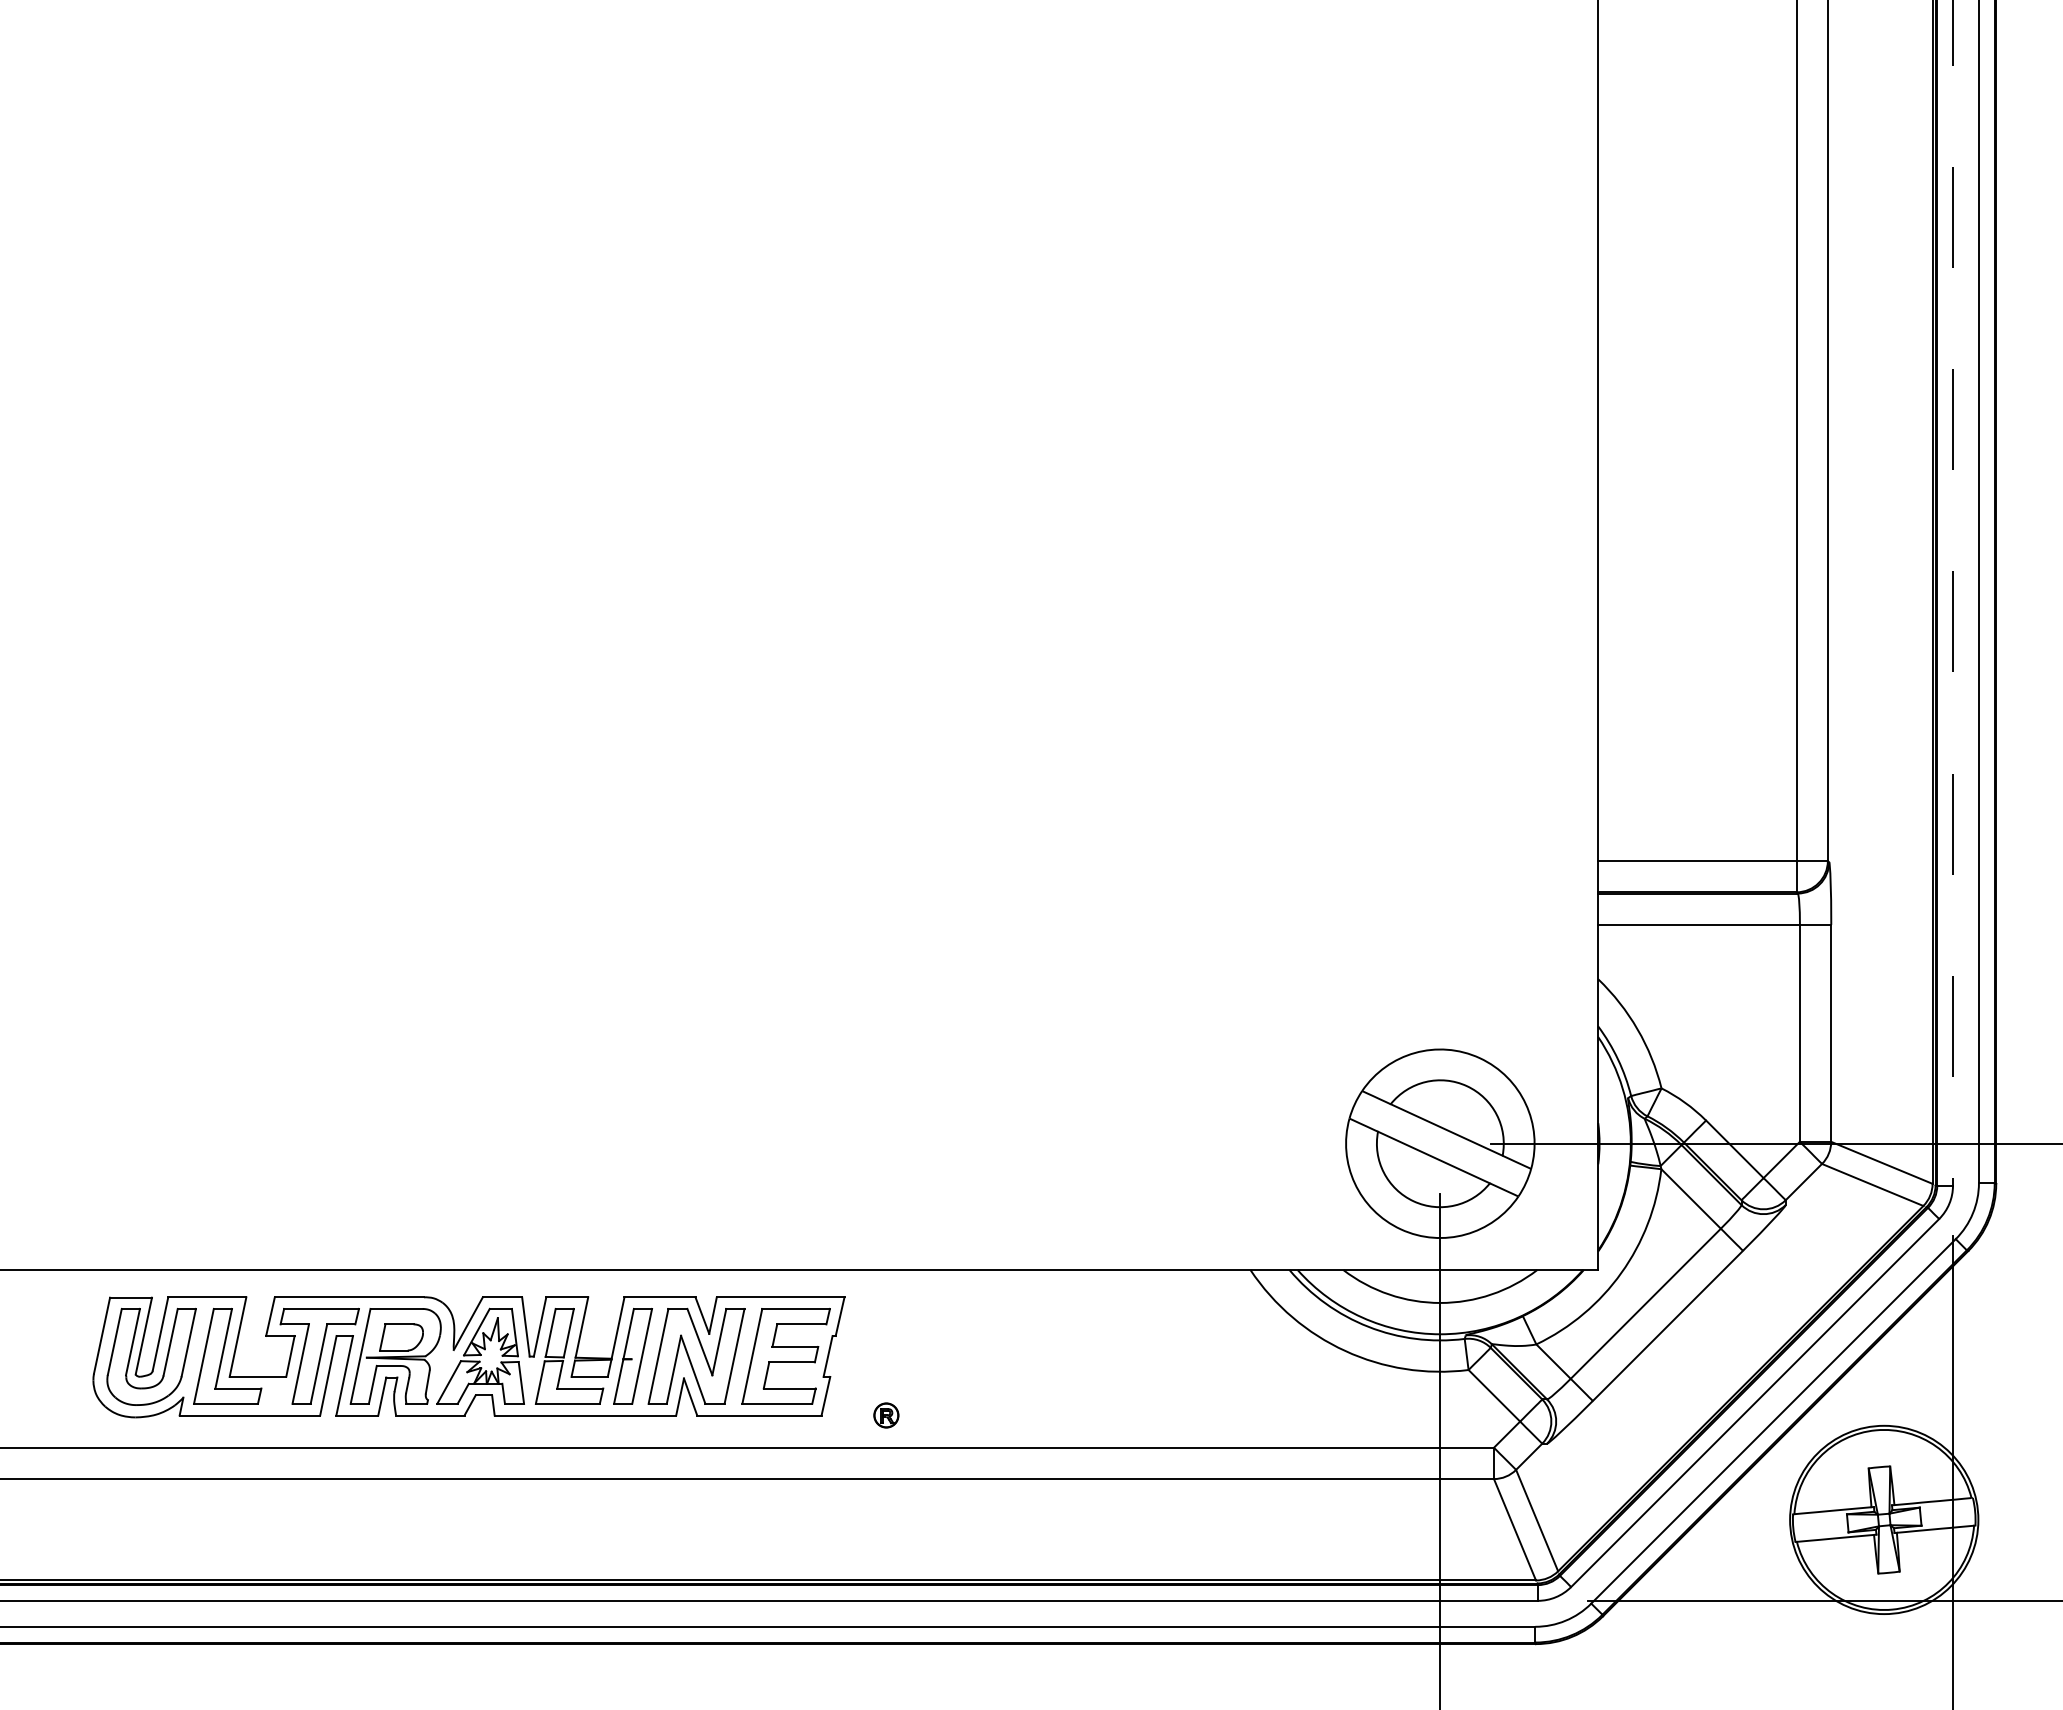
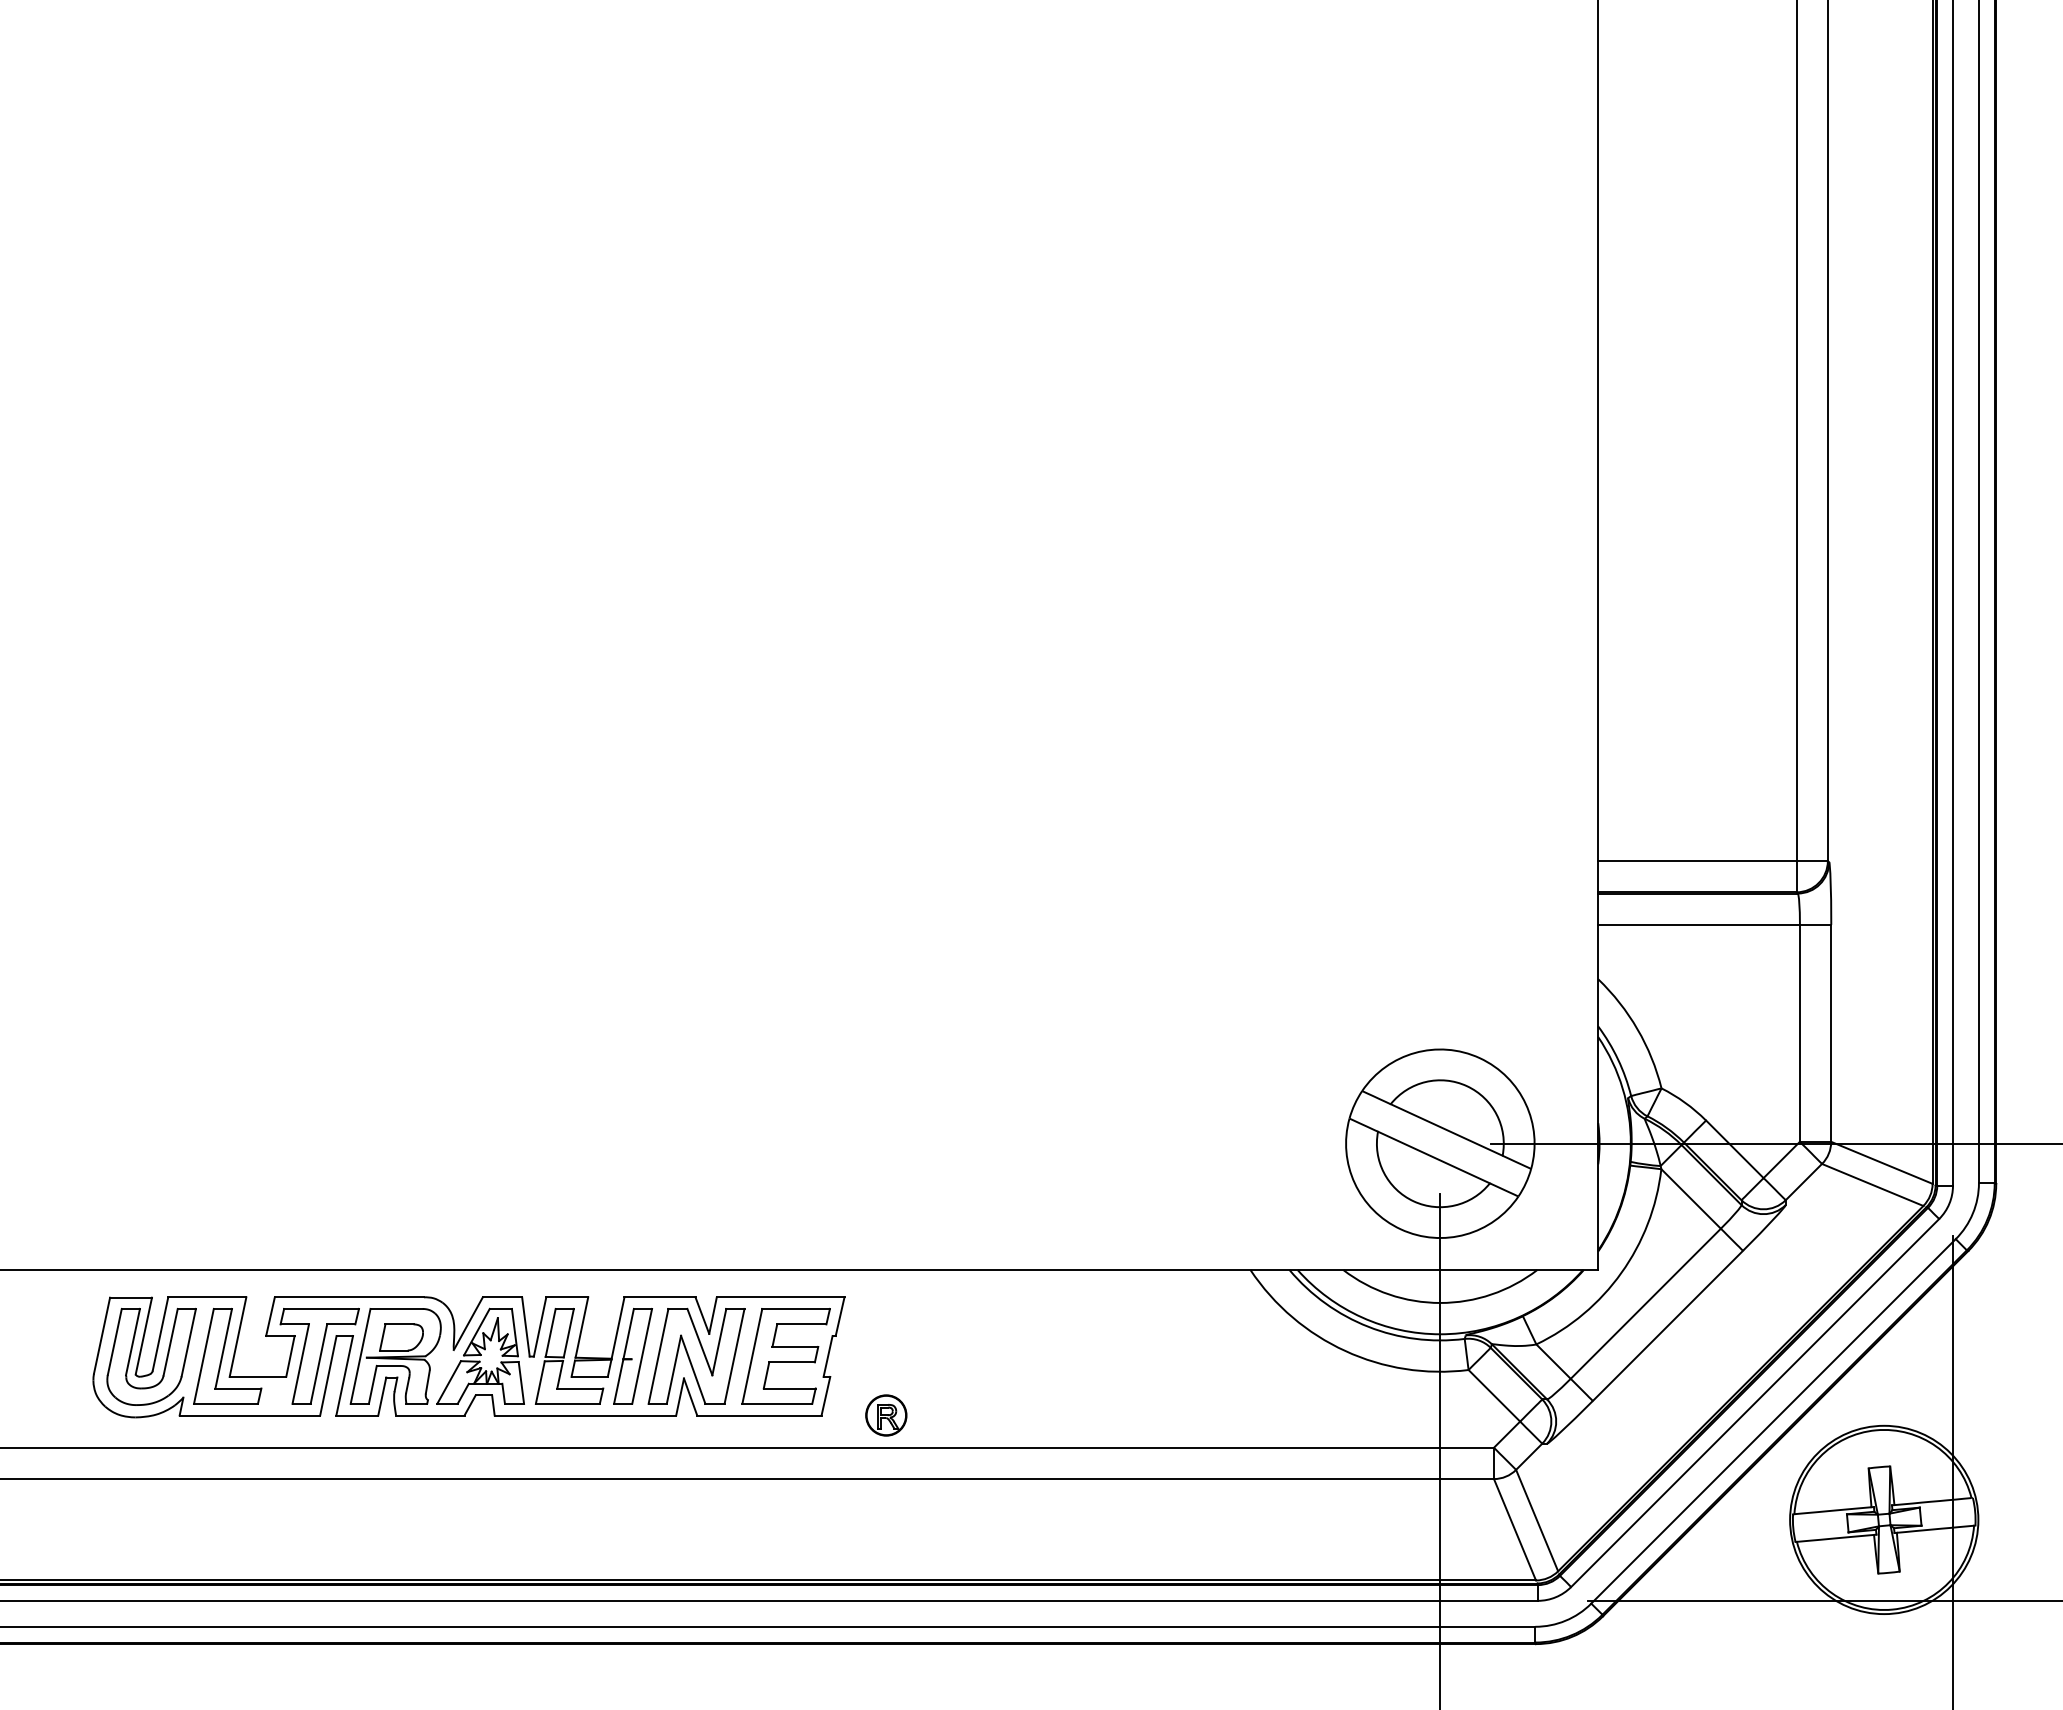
line at (1952, 592): dashed -> solid
part at (886, 1415) size: 27x27 px -> 43x43 px
